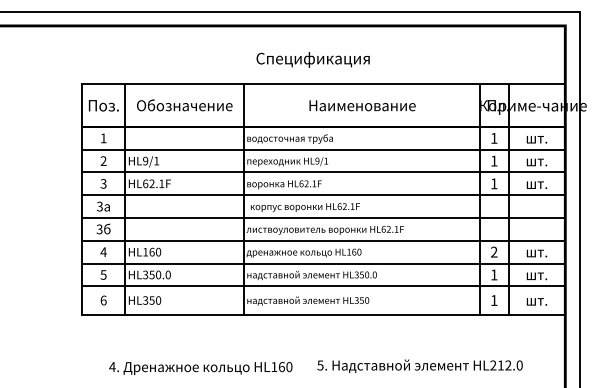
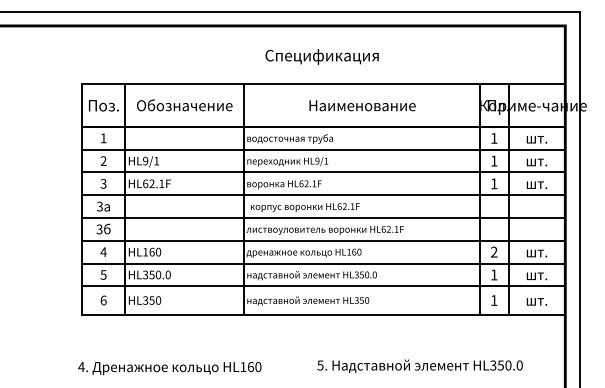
text at (312, 59) position: (312, 59) -> (321, 56)
text at (500, 365): HL212.0 -> HL350.0
text at (200, 368) position: (200, 368) -> (169, 368)
